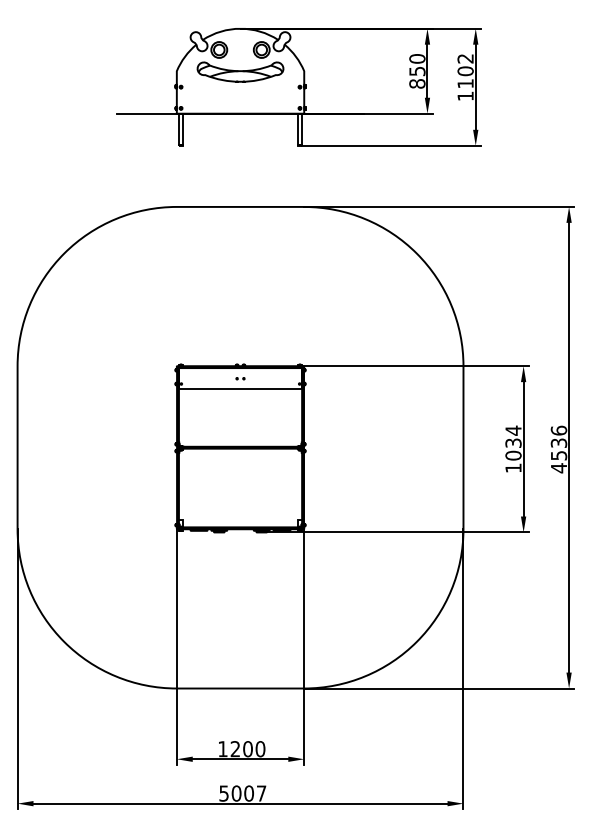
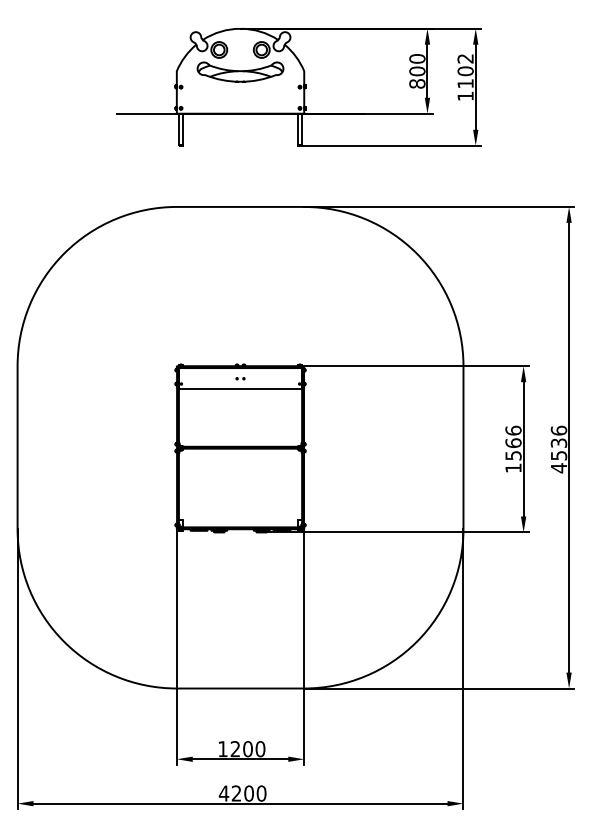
text at (417, 71): 850 -> 800
text at (513, 442): 1034 -> 1566
text at (242, 793): 5007 -> 4200
